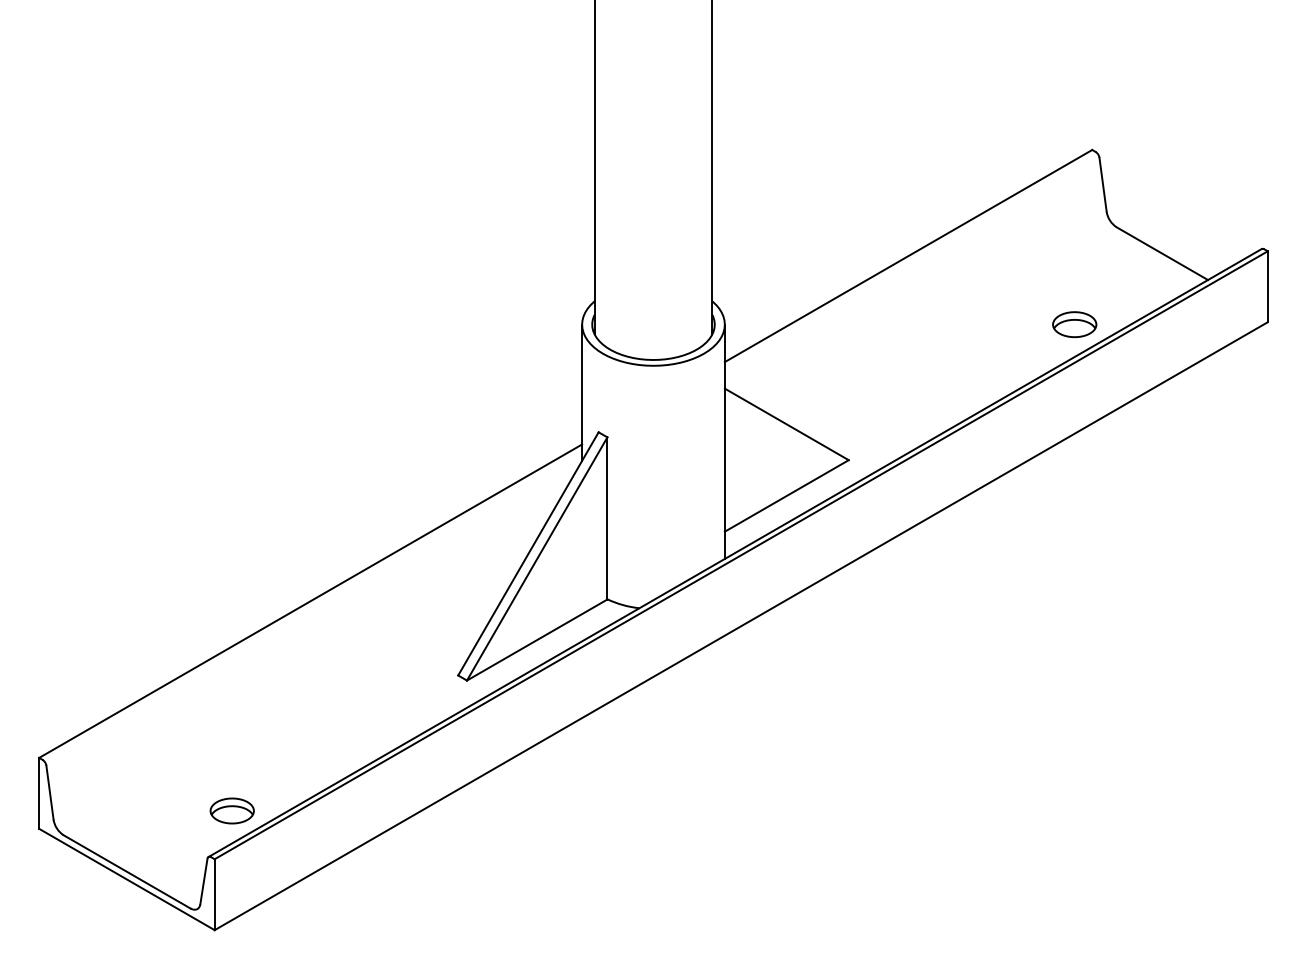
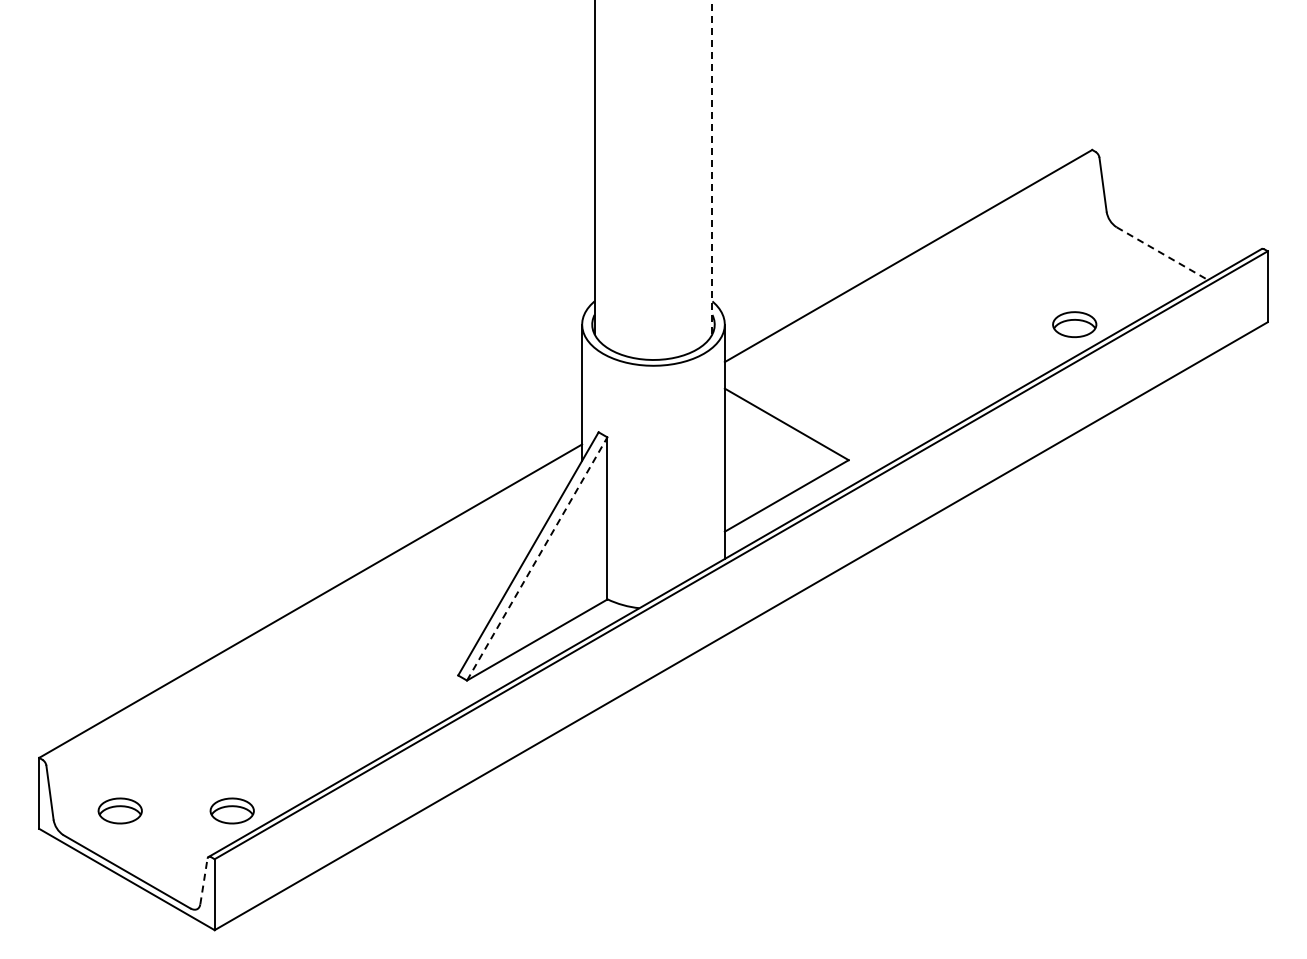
line at (712, 167): solid -> dashed
line at (1162, 253): solid -> dashed
line at (537, 558): solid -> dashed
part at (119, 810): none -> present
line at (204, 881): solid -> dashed
